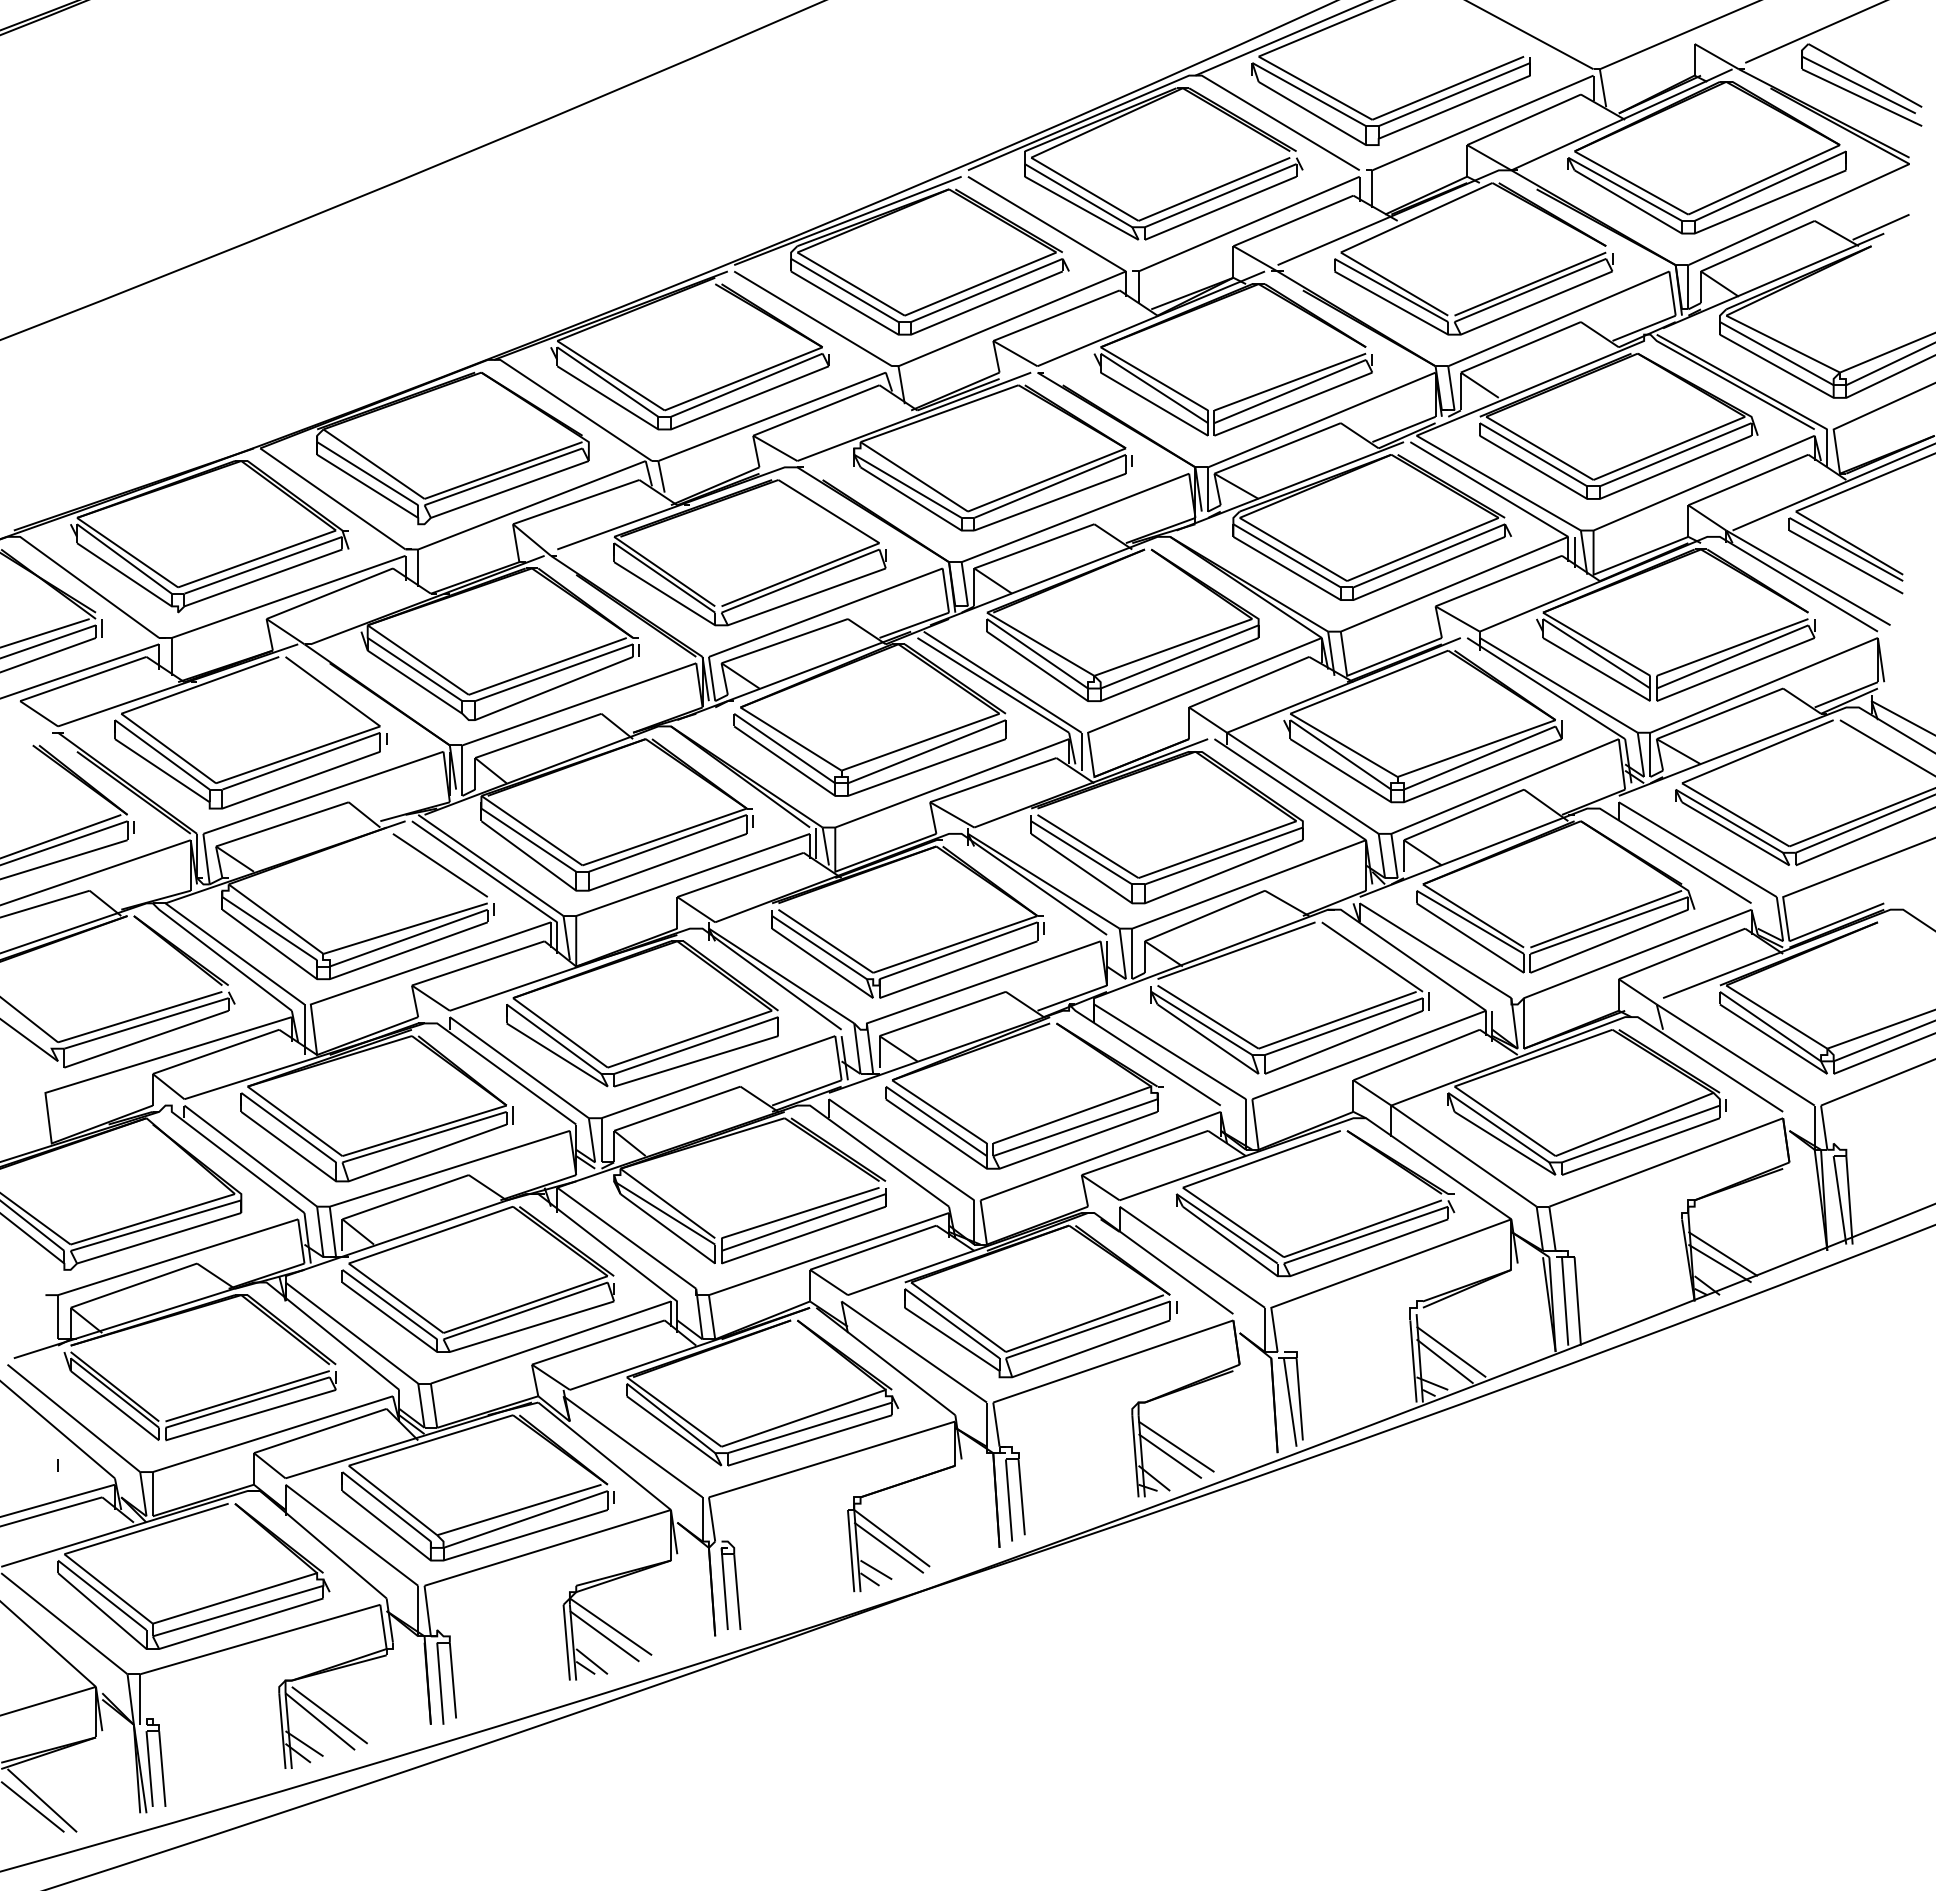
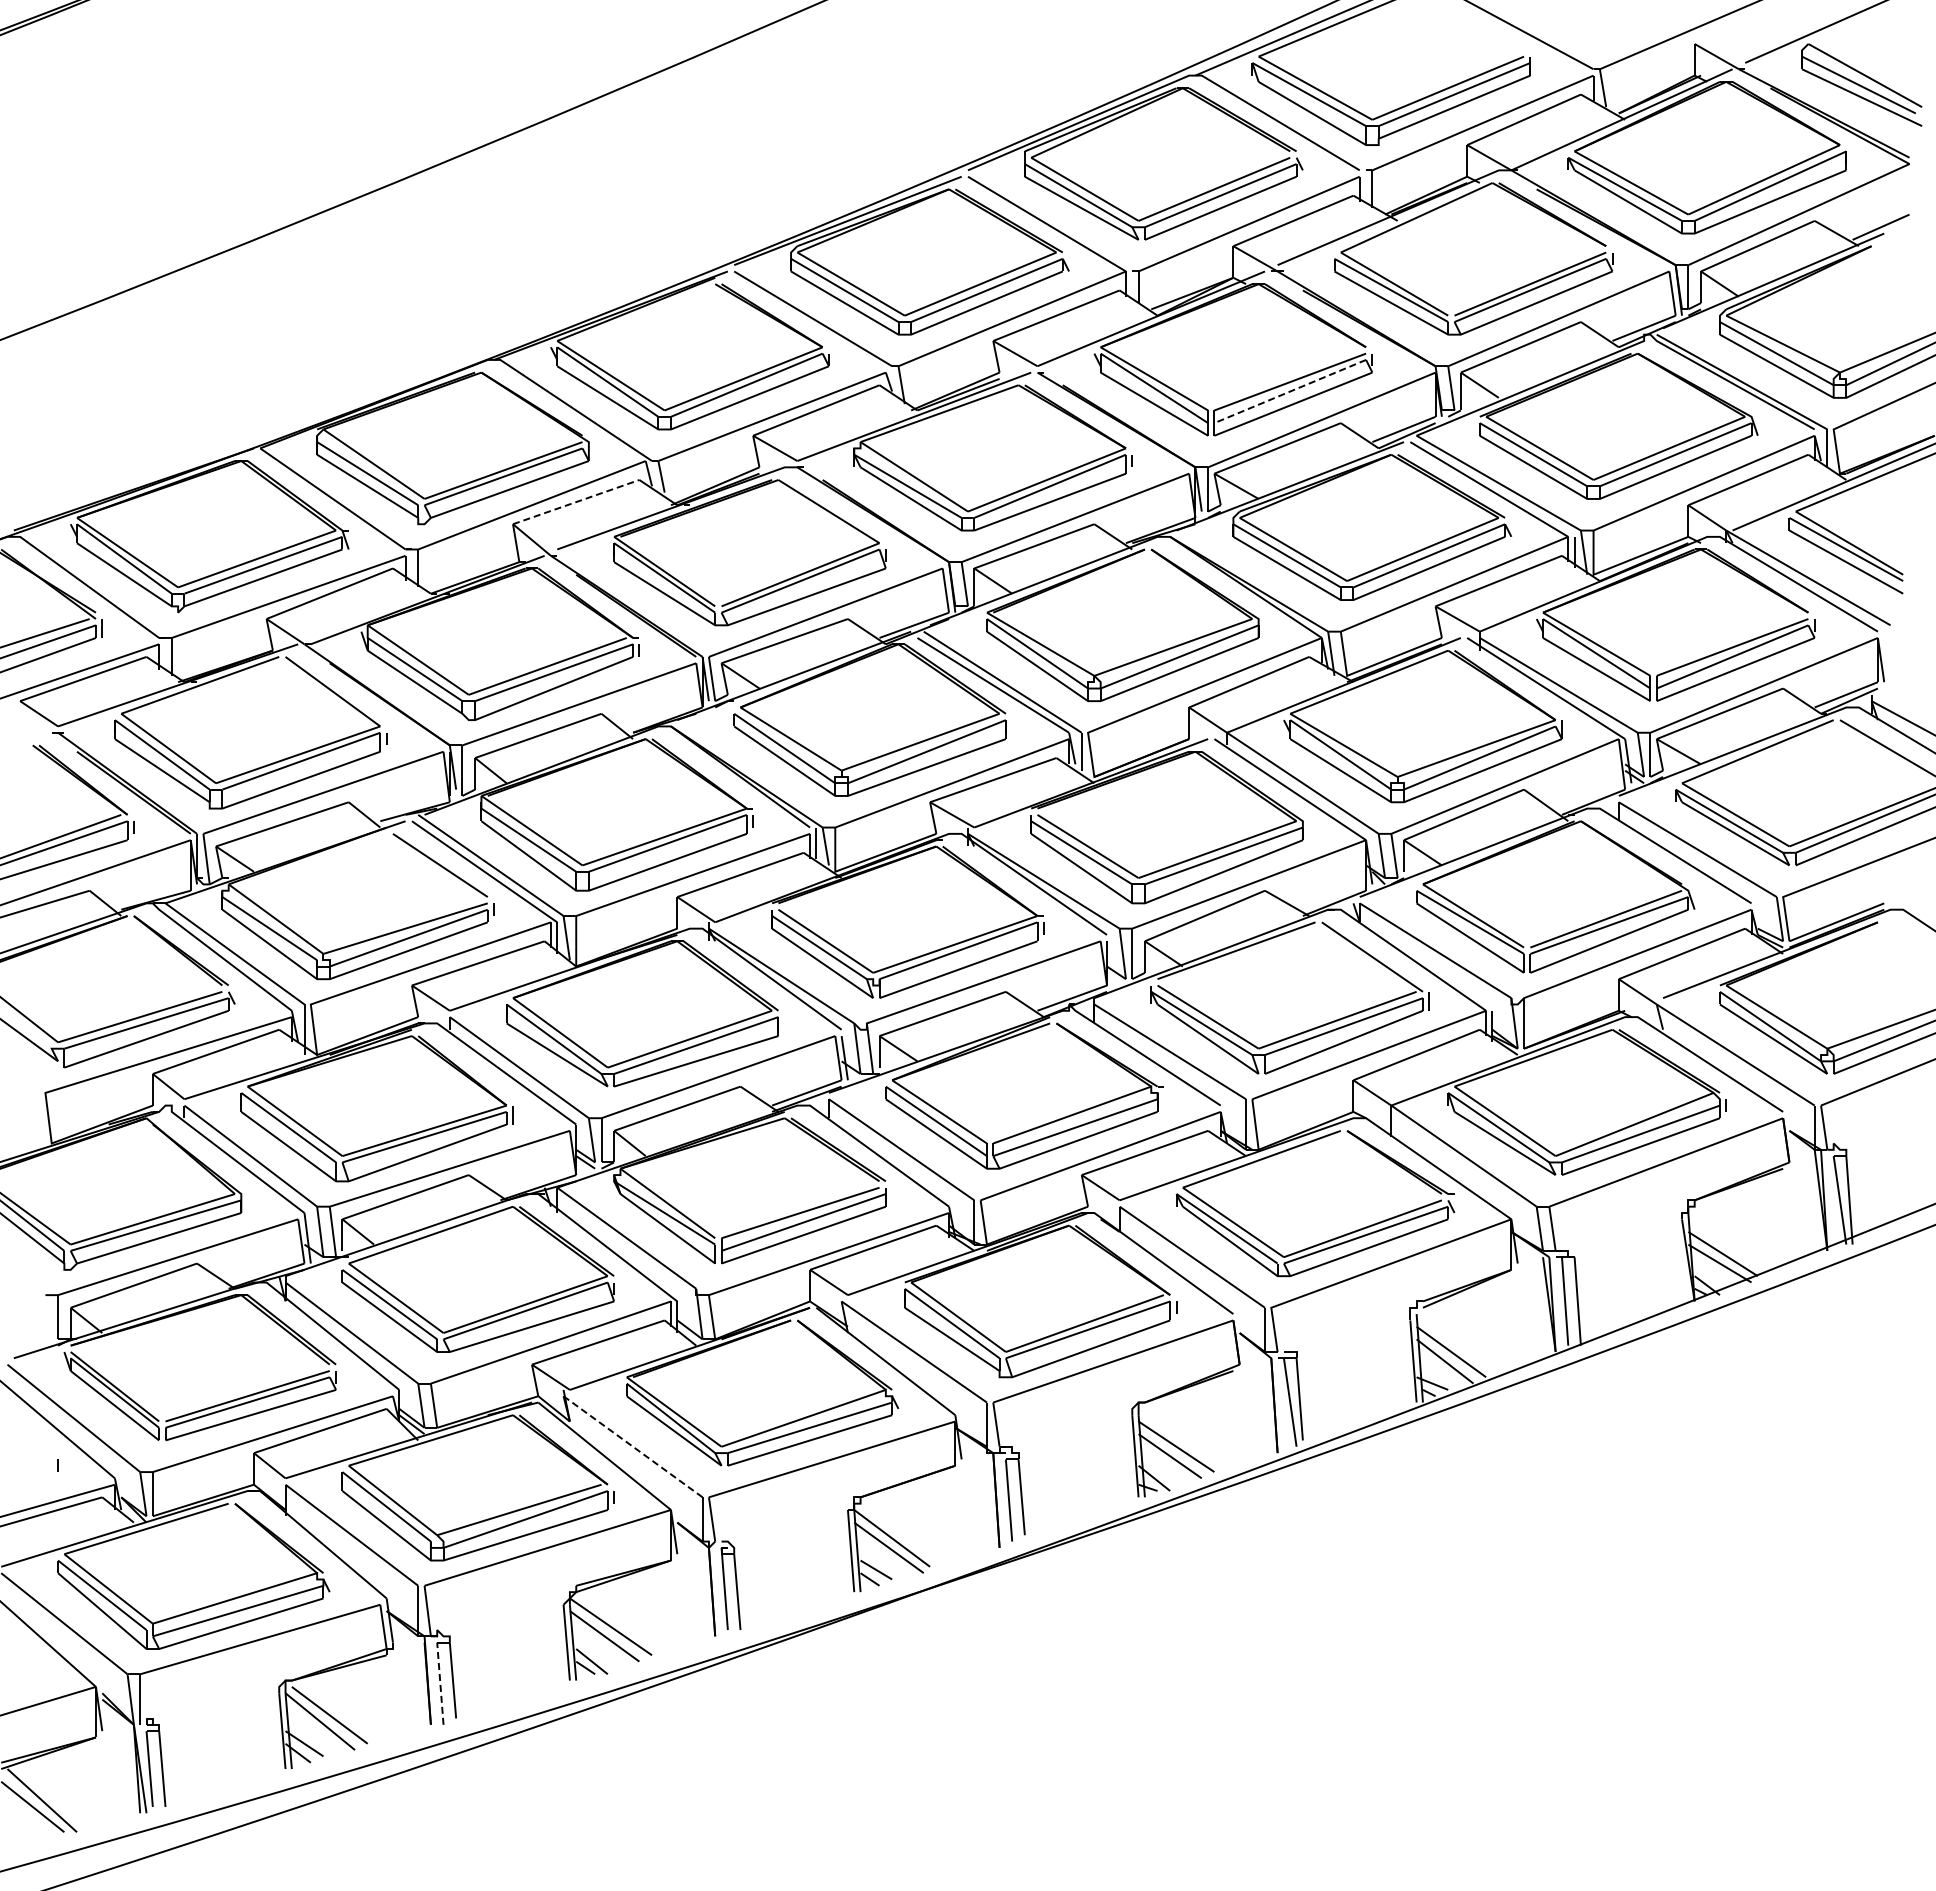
line at (1289, 391): solid -> dashed
line at (576, 502): solid -> dashed
line at (633, 1446): solid -> dashed
line at (440, 1683): solid -> dashed
